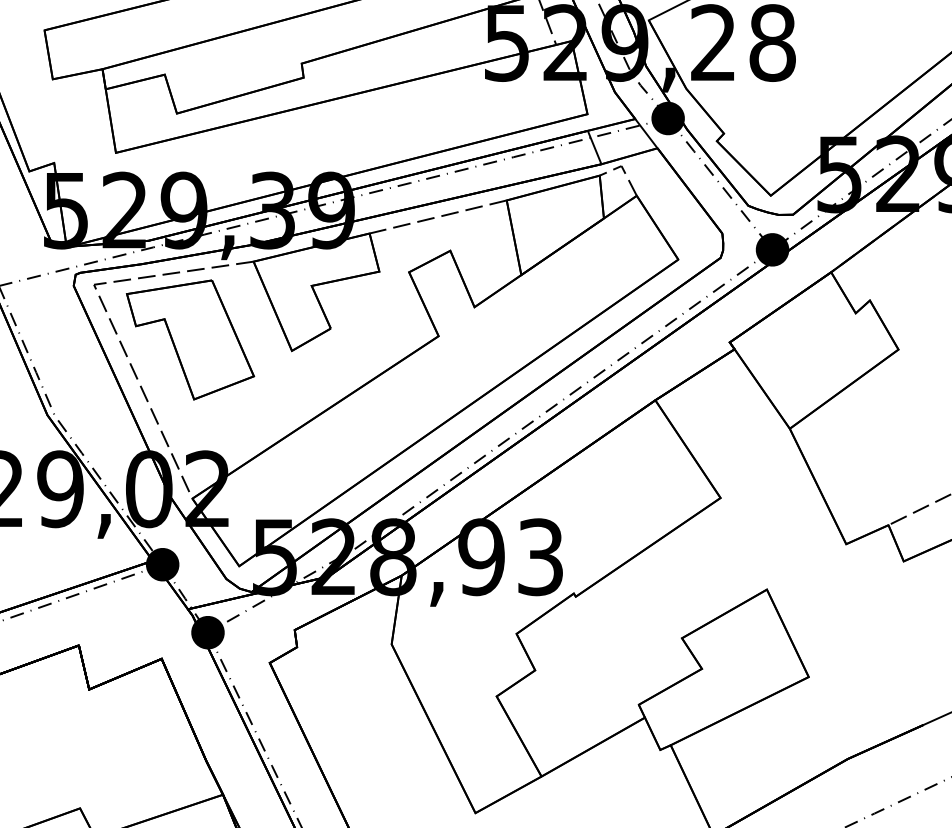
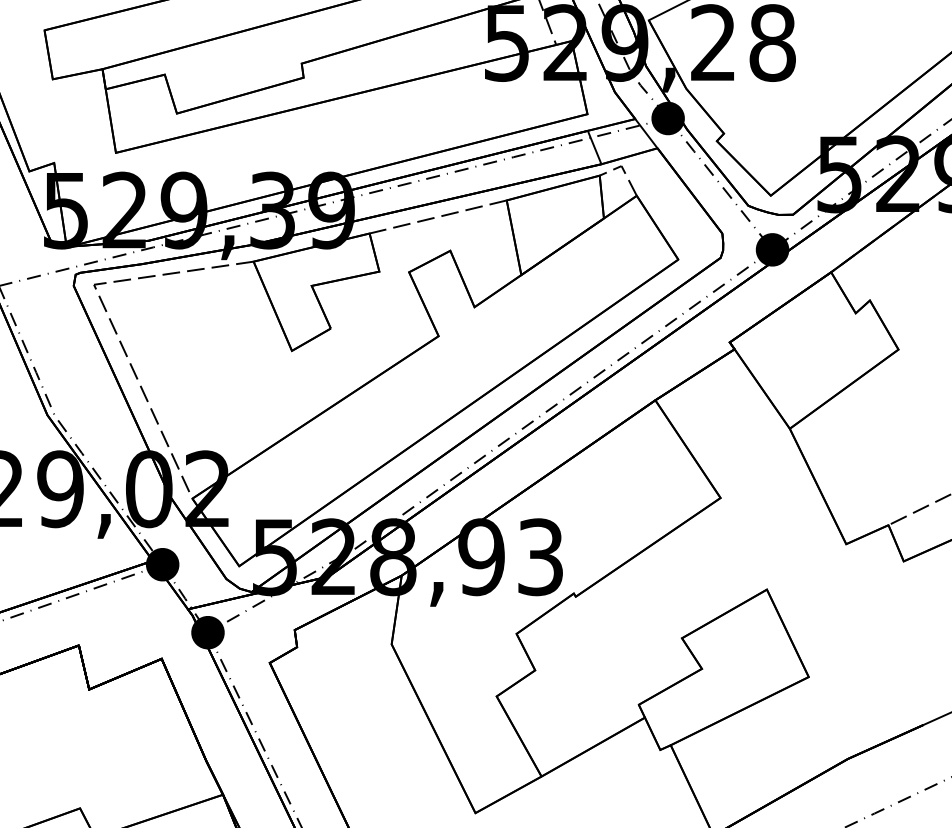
part at (190, 339): present -> none
